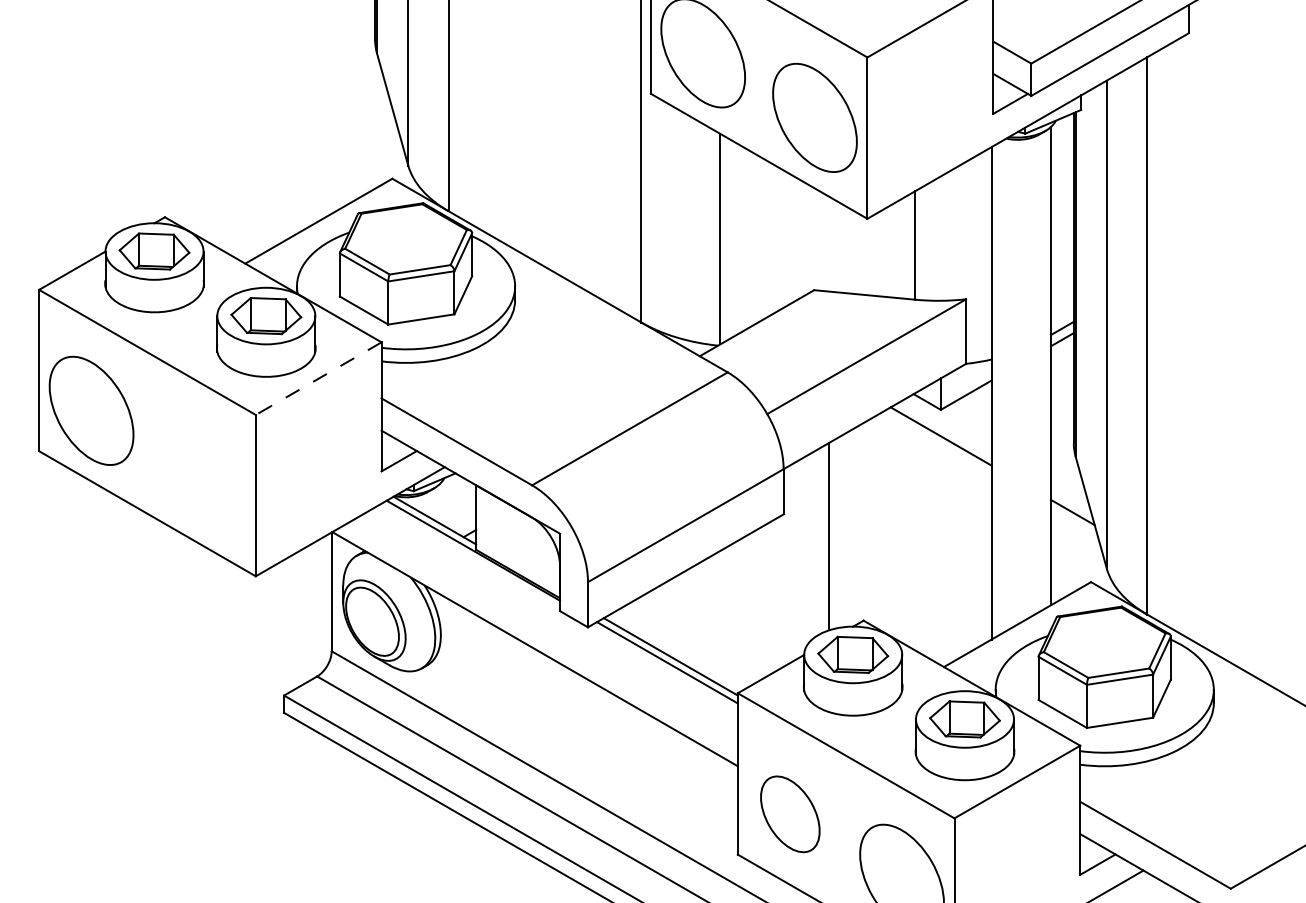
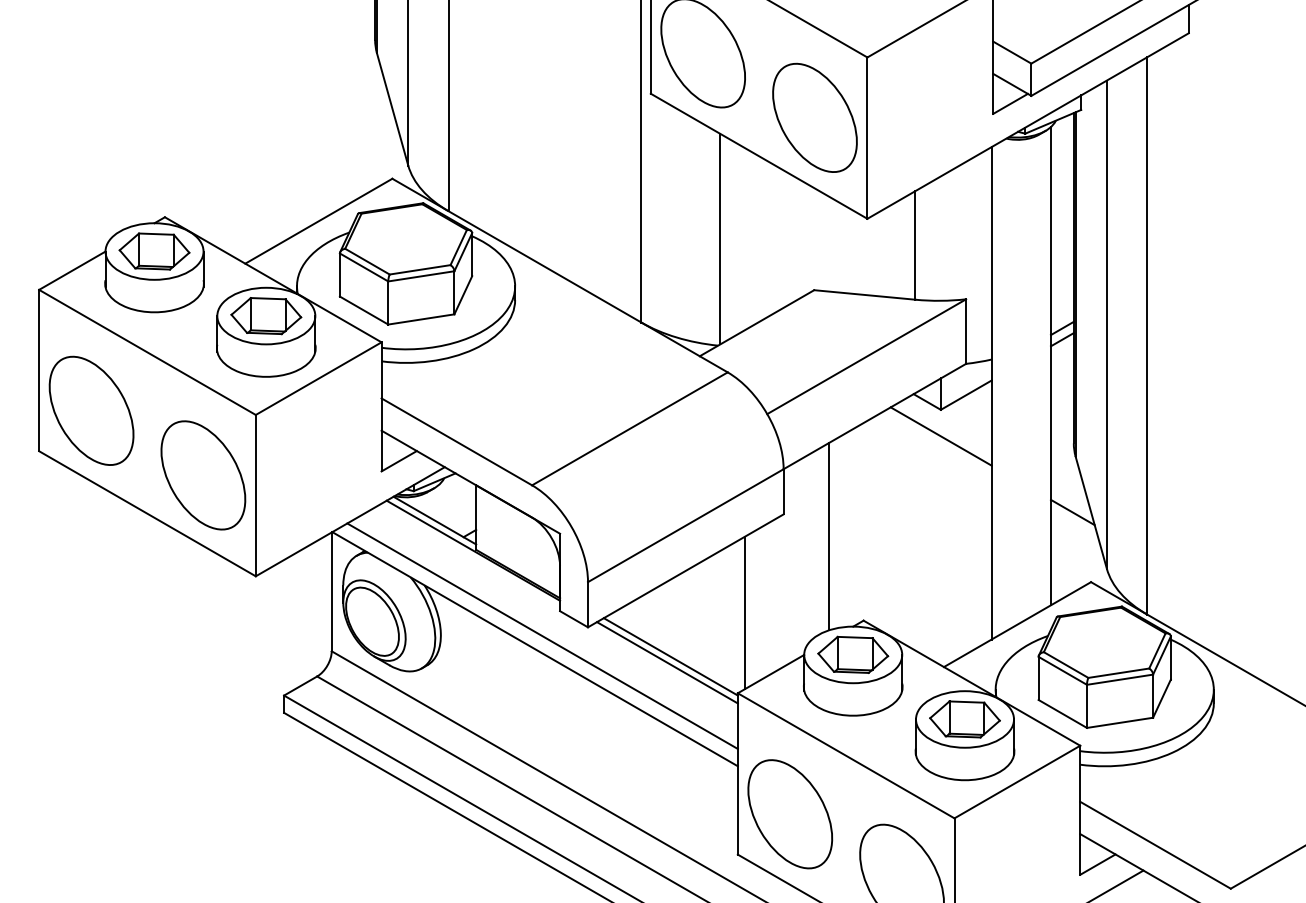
line at (318, 378): dashed -> solid
part at (203, 475): none -> present
line at (744, 612): none -> present
line at (542, 635): none -> present
part at (790, 814) size: 61x79 px -> 87x111 px
